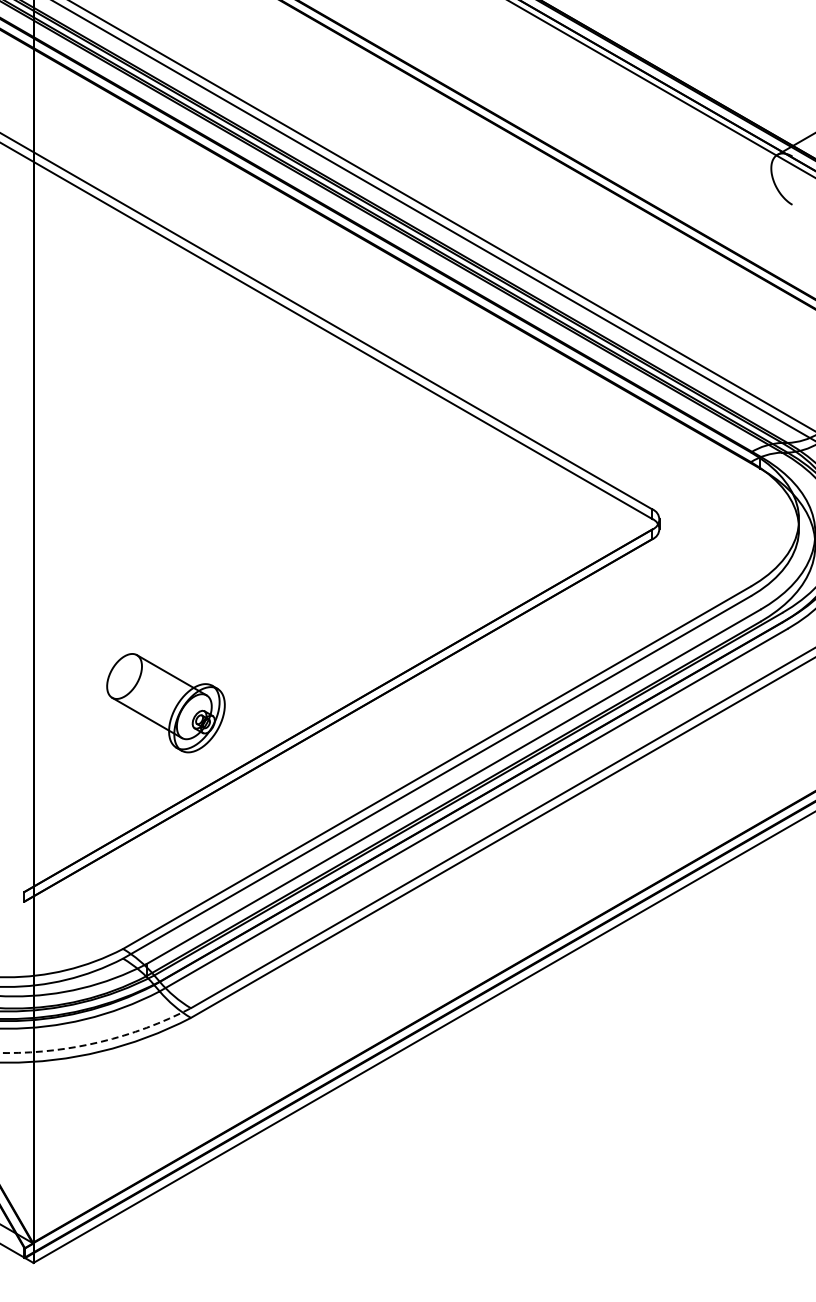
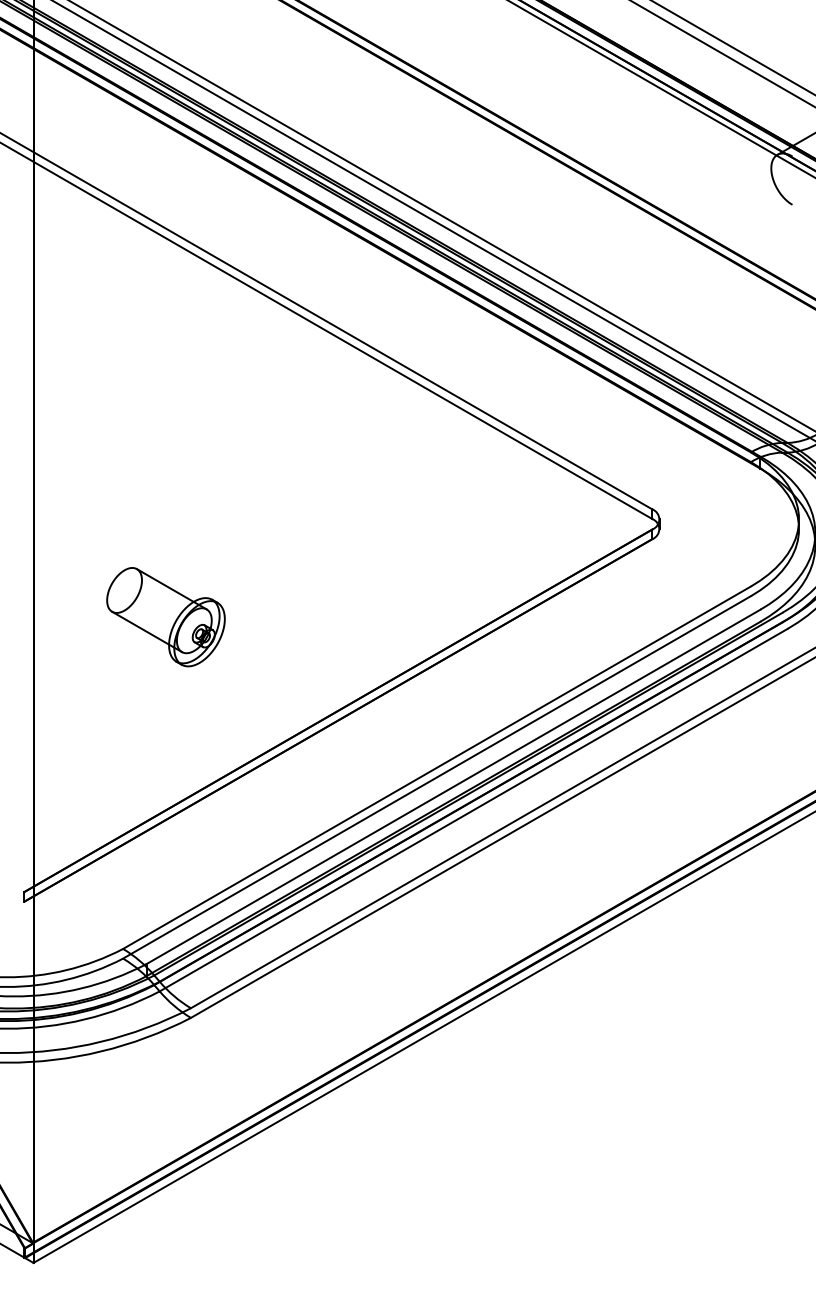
line at (733, 47): none -> present
line at (722, 53): none -> present
part at (165, 703) position: (165, 703) -> (165, 617)
arc at (100, 1042): dashed -> solid
